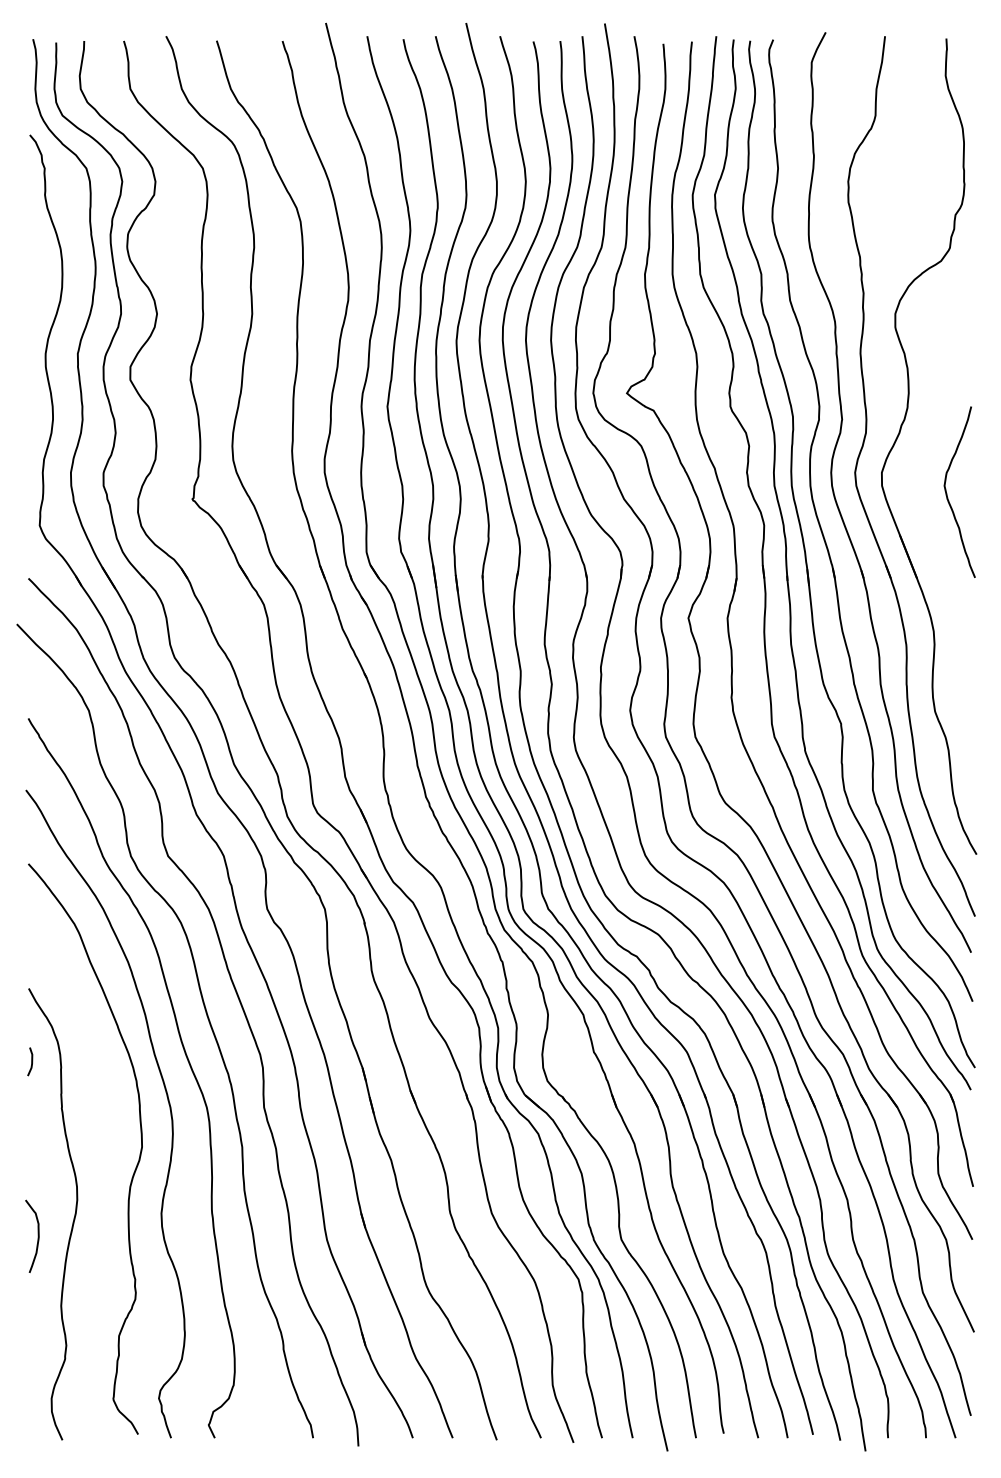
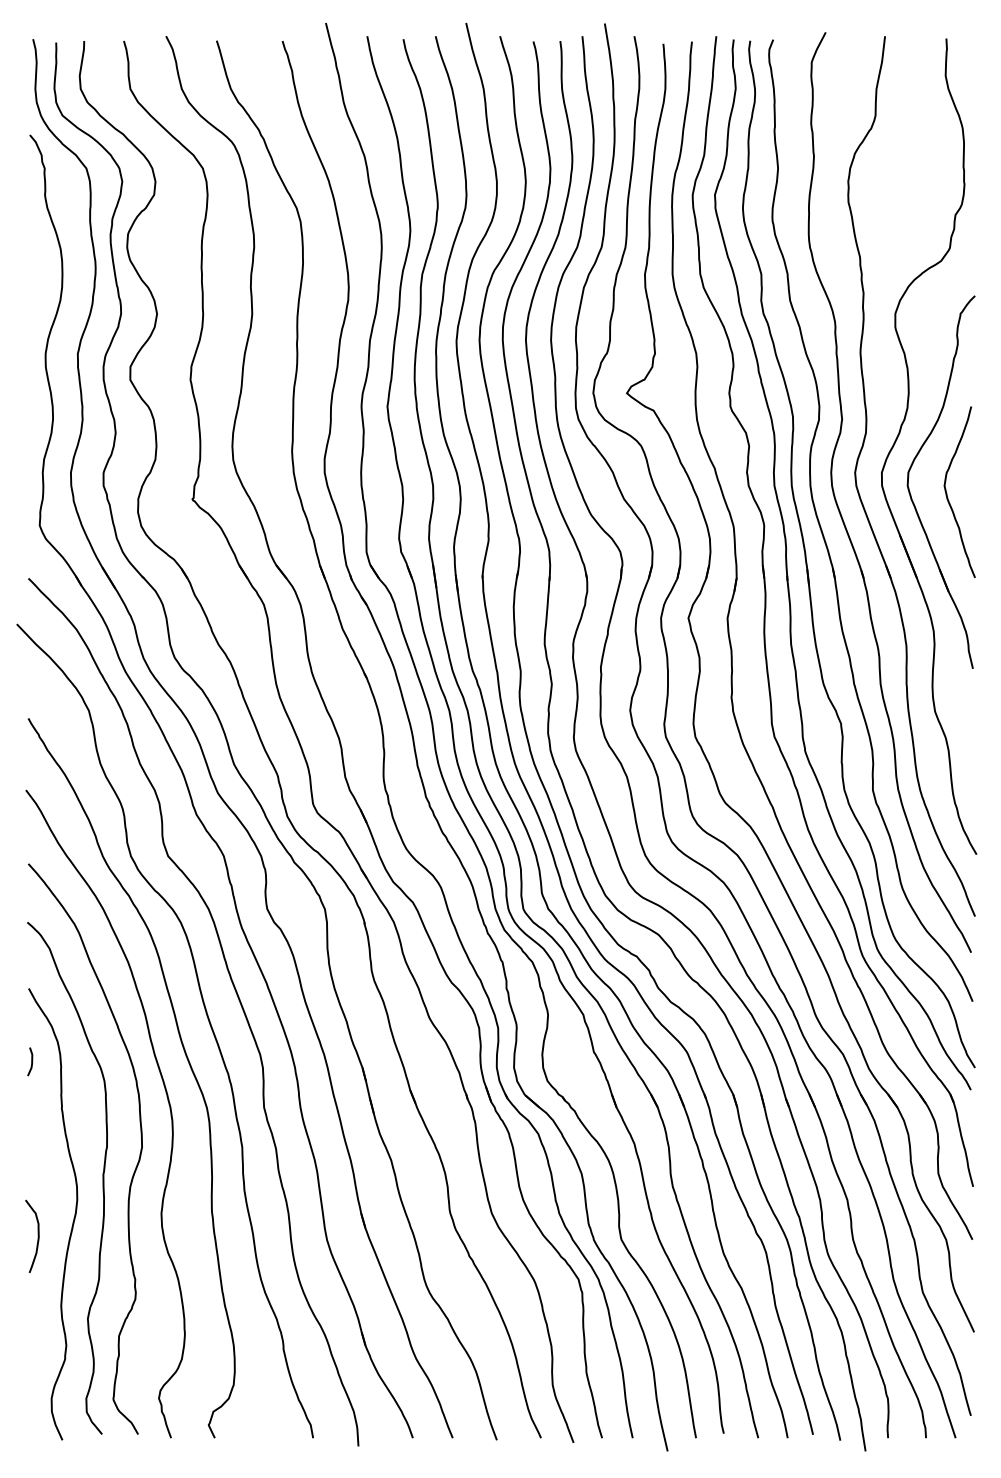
part at (909, 476): none -> present
curve at (102, 1178): none -> present
